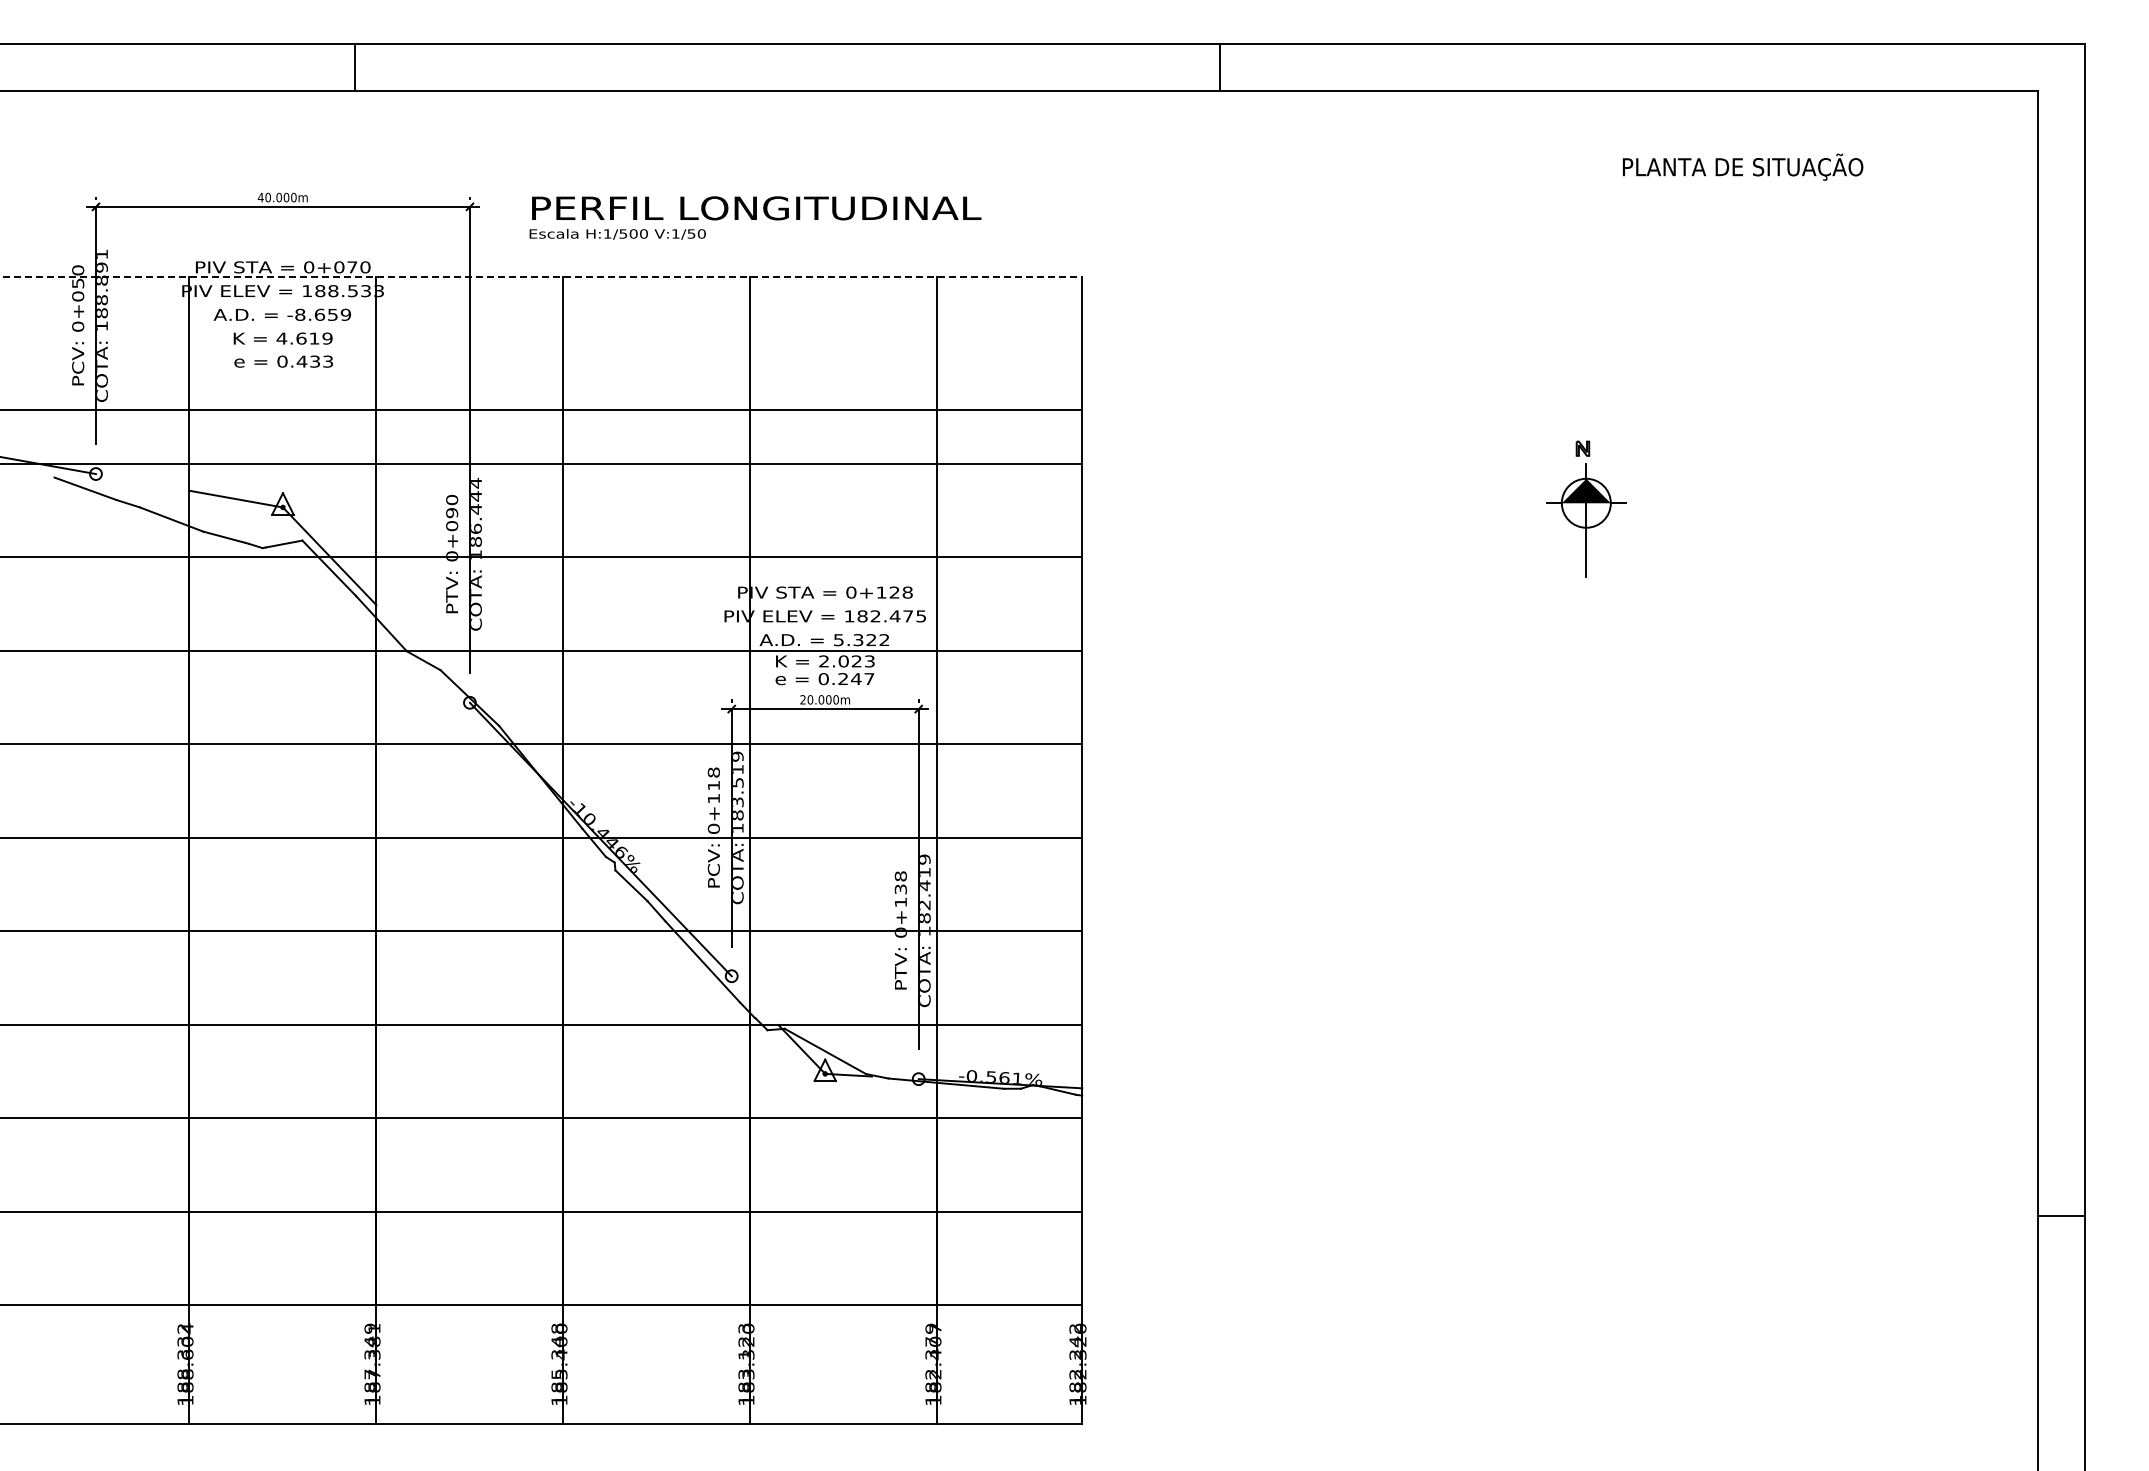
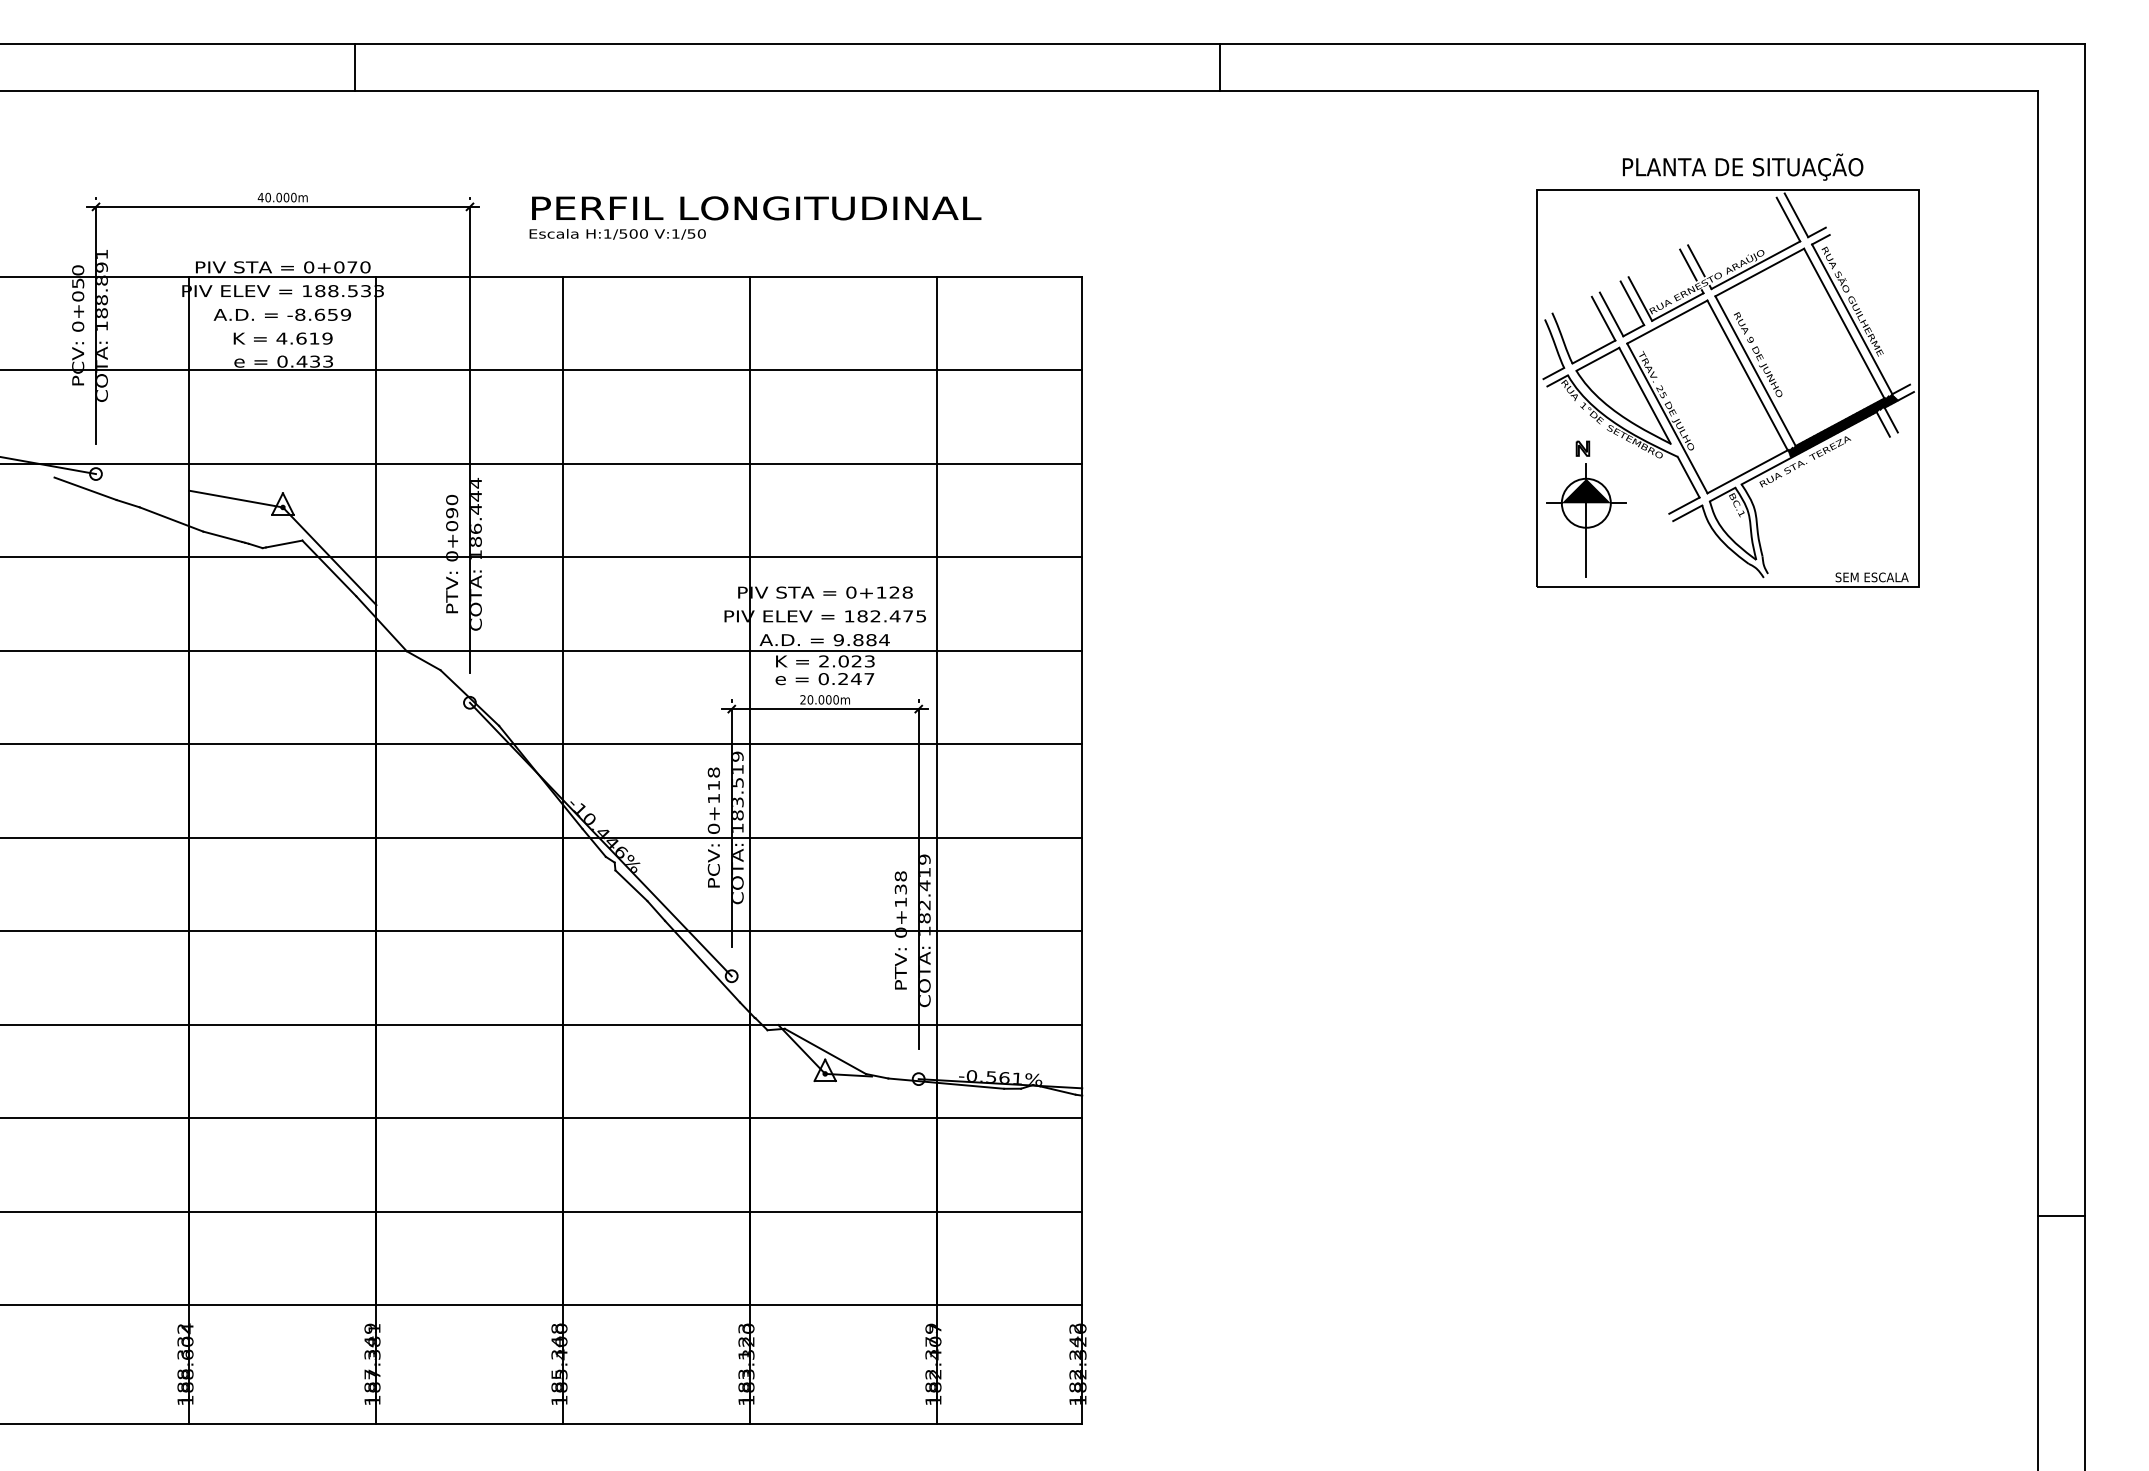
line at (541, 276): dashed -> solid
part at (1727, 388): none -> present
line at (542, 410) position: (542, 410) -> (542, 370)
text at (861, 640): 5.322 -> 9.884
